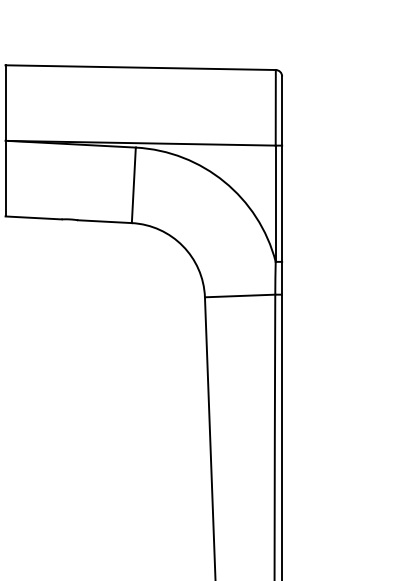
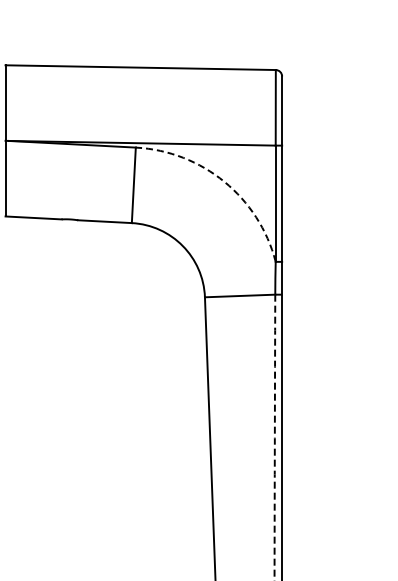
arc at (224, 181): solid -> dashed
arc at (274, 438): solid -> dashed
